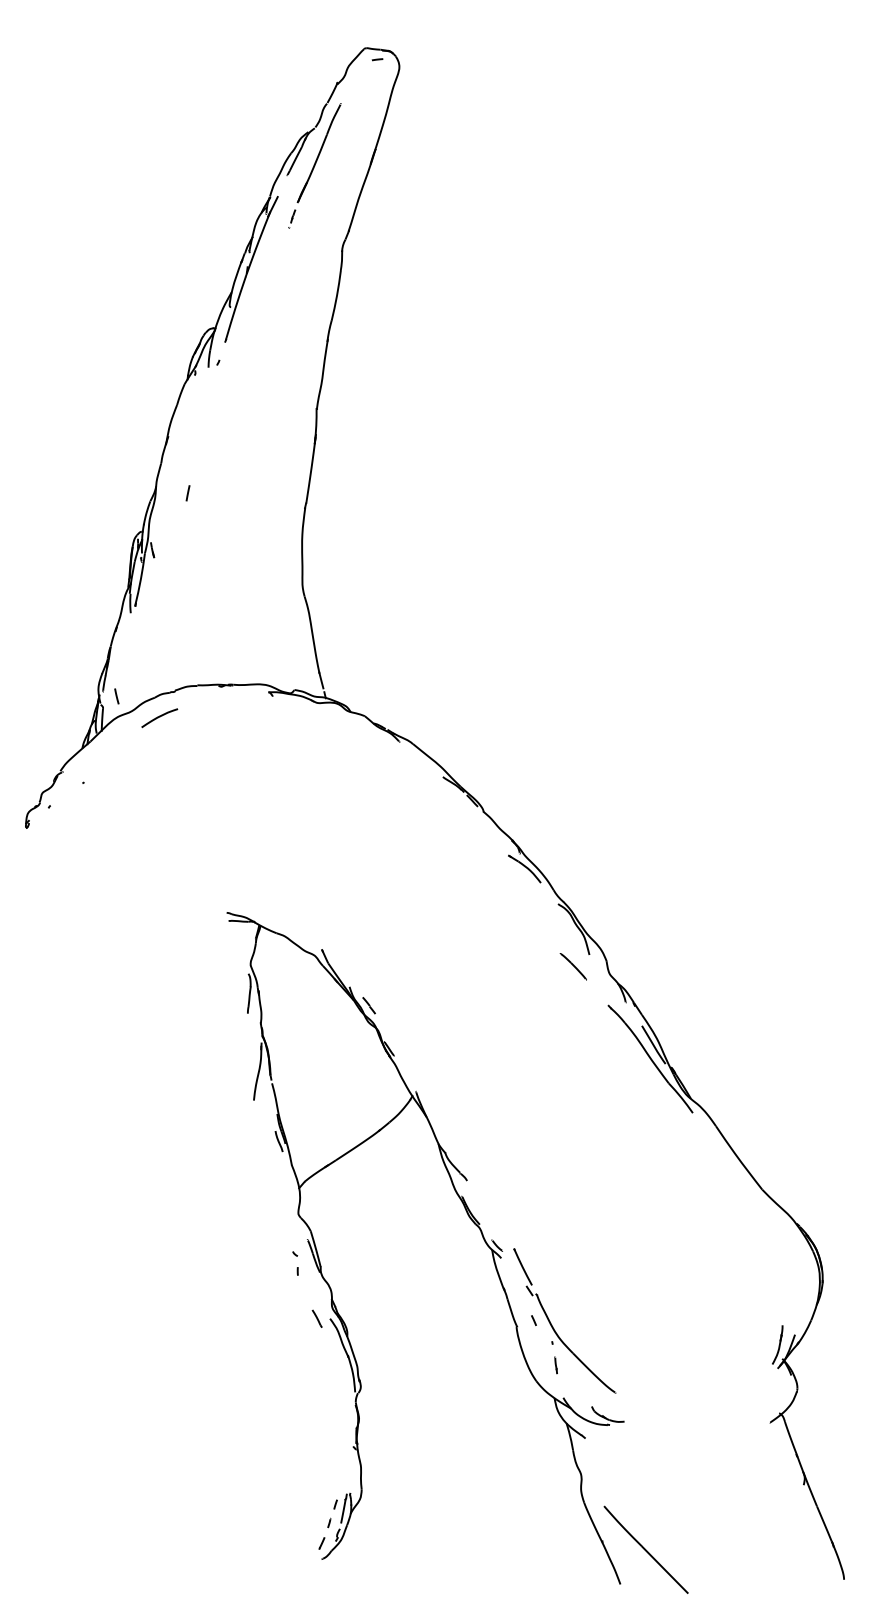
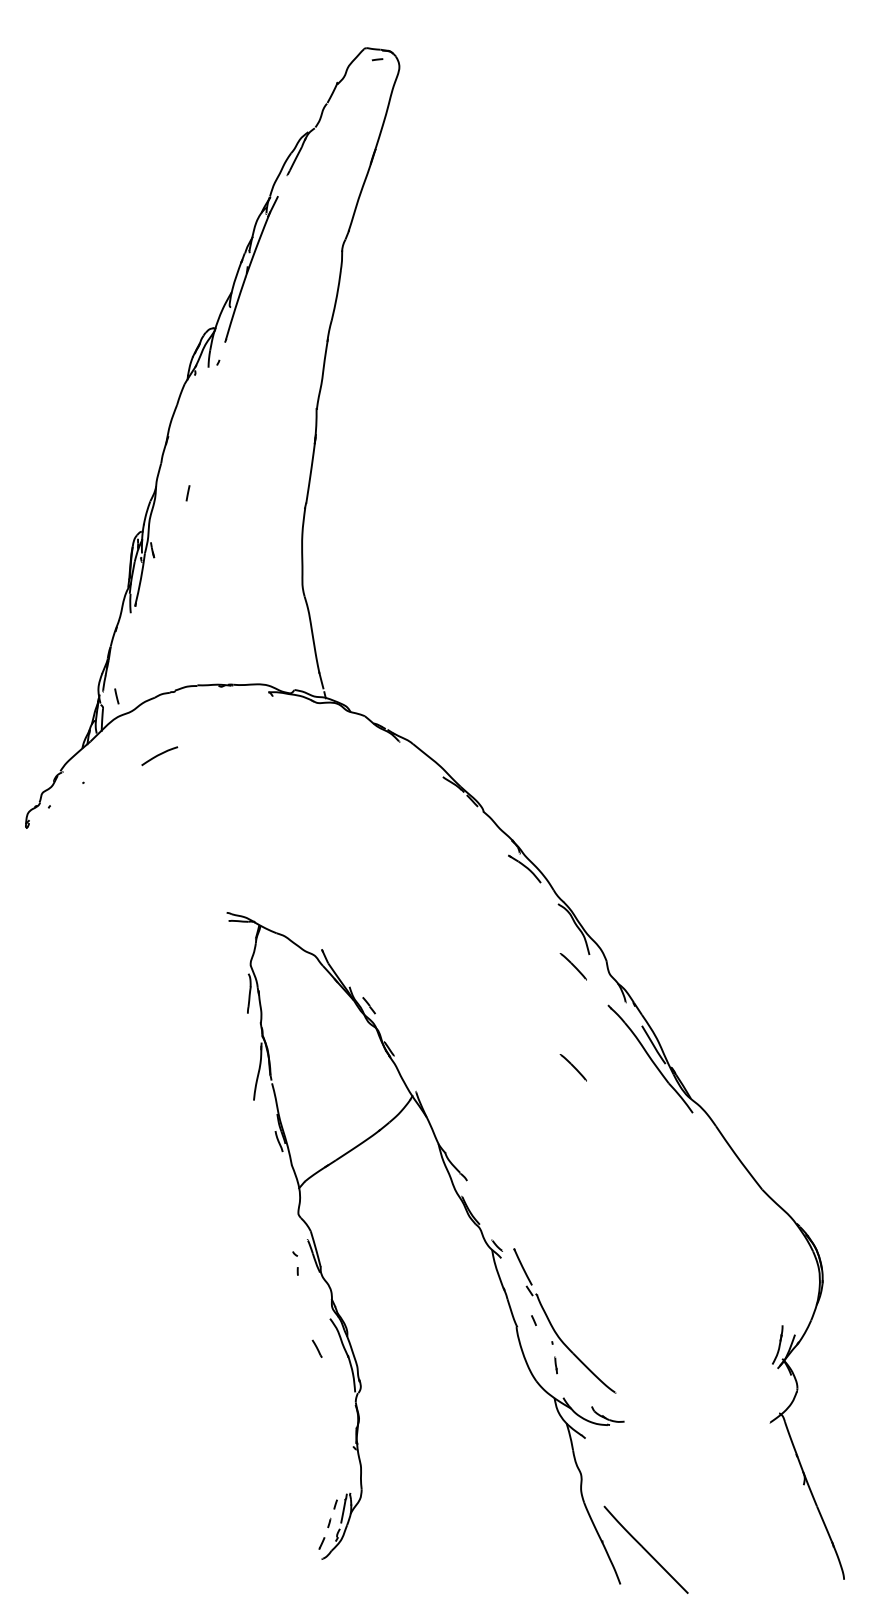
part at (314, 165): present -> none
curve at (159, 717) position: (159, 717) -> (159, 755)
line at (572, 1066): none -> present
line at (316, 1318) position: (316, 1318) -> (316, 1348)
